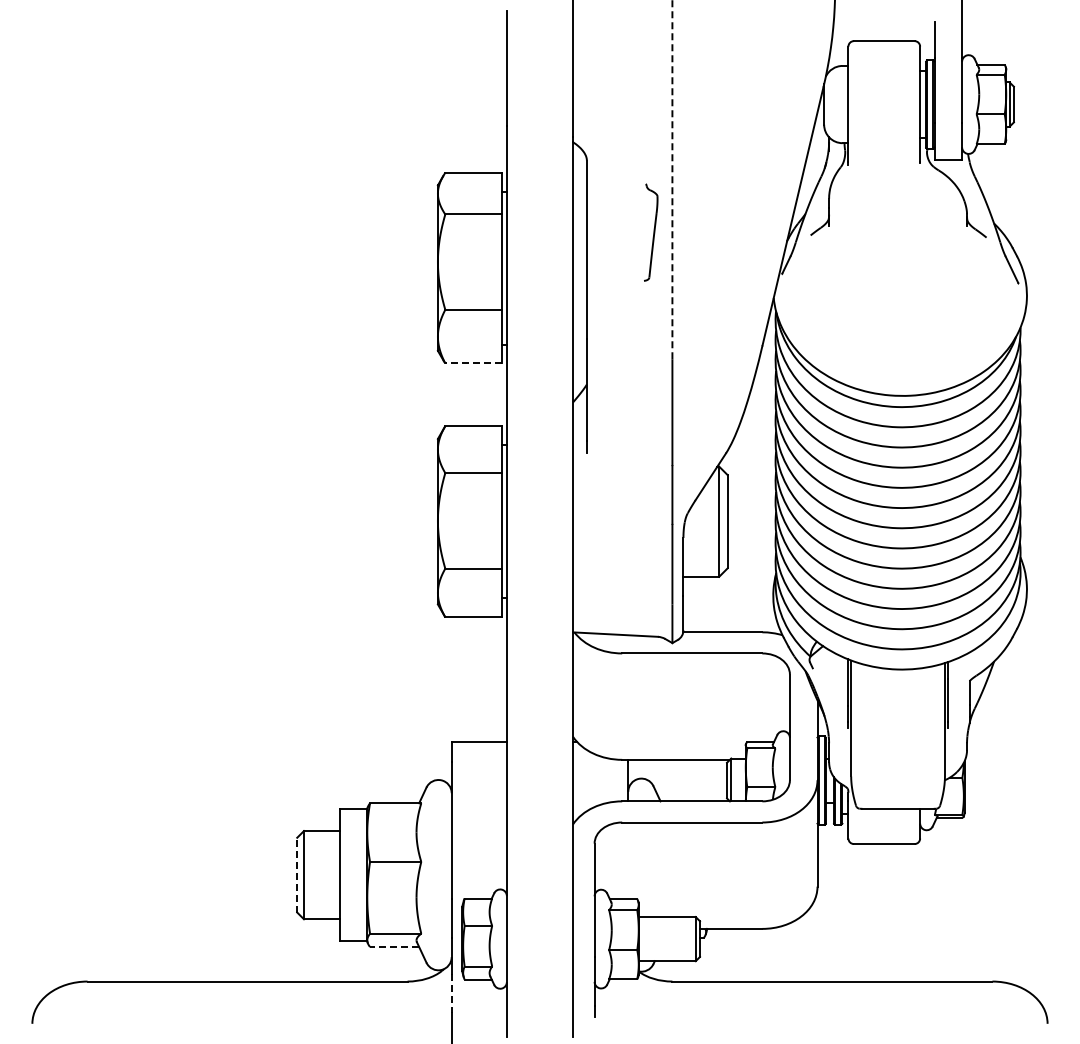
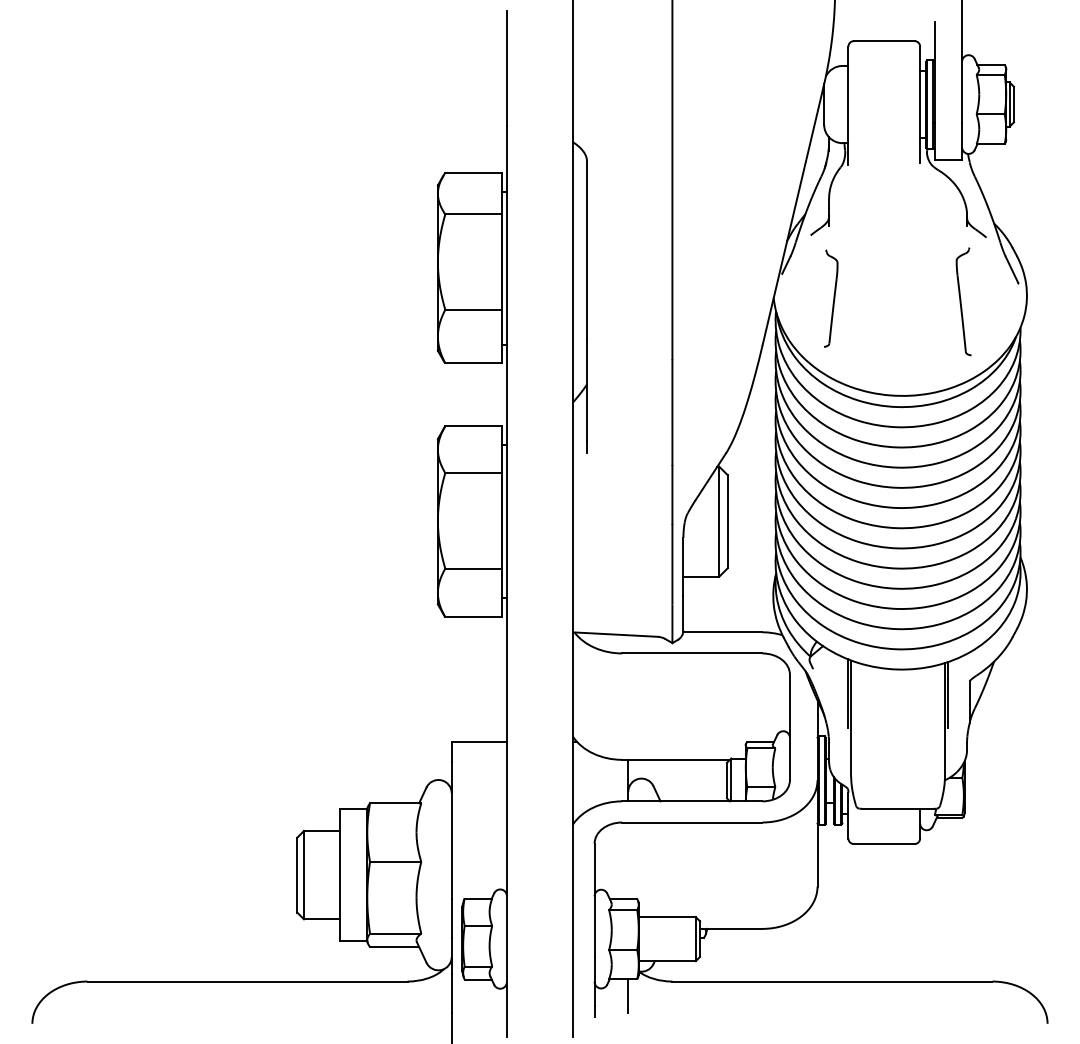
line at (672, 179): dashed -> solid
part at (651, 232) position: (651, 232) -> (831, 298)
part at (963, 301): none -> present
line at (473, 363): dashed -> solid
line at (297, 874): dashed -> solid
line at (394, 947): dashed -> solid
line at (451, 993): dashed -> solid
line at (628, 995): none -> present
